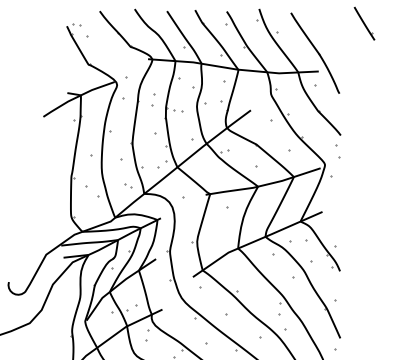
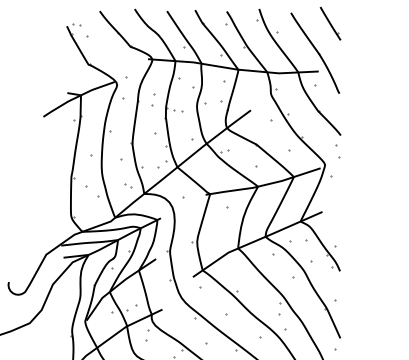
part at (364, 23) position: (364, 23) -> (330, 23)
